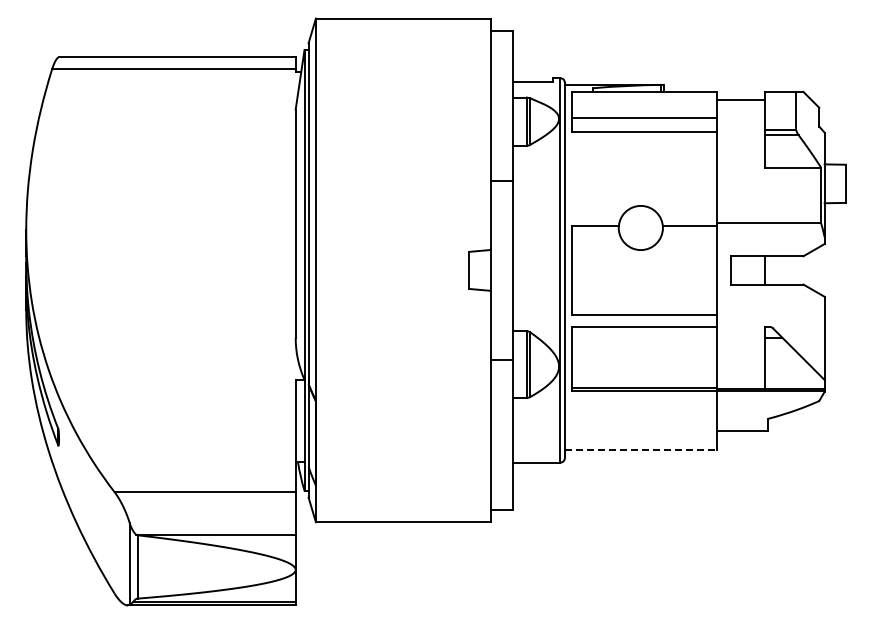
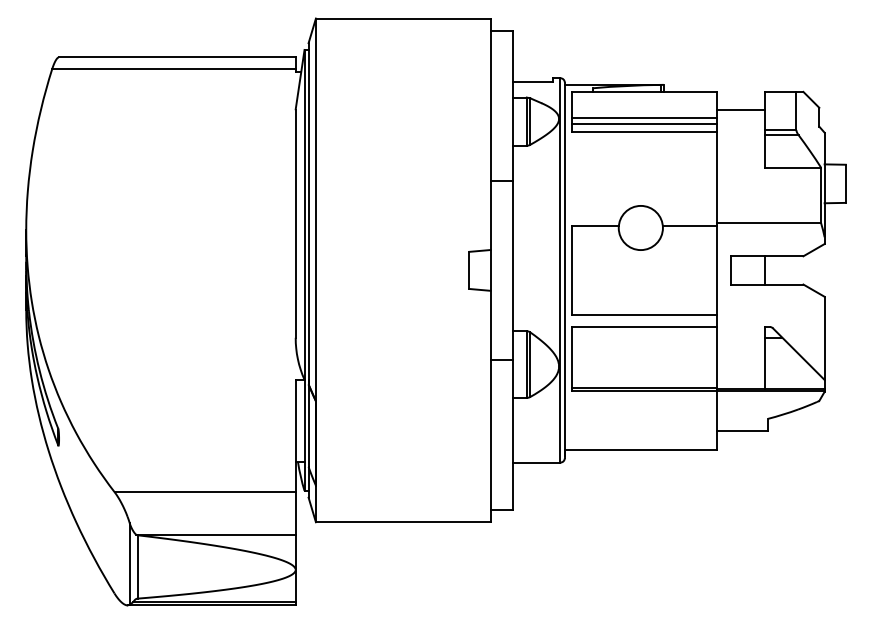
line at (740, 99) position: (740, 99) -> (740, 109)
line at (644, 123): none -> present
line at (641, 449): dashed -> solid
